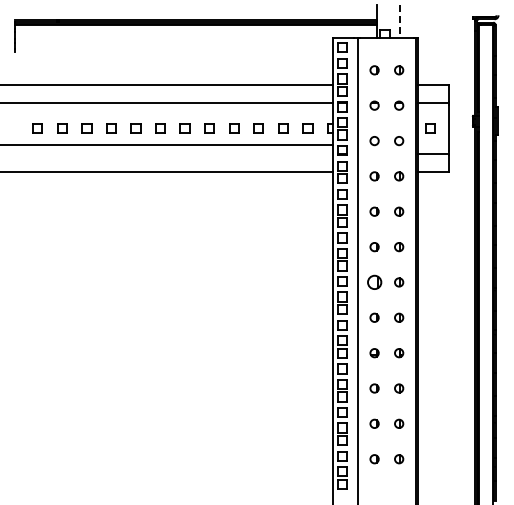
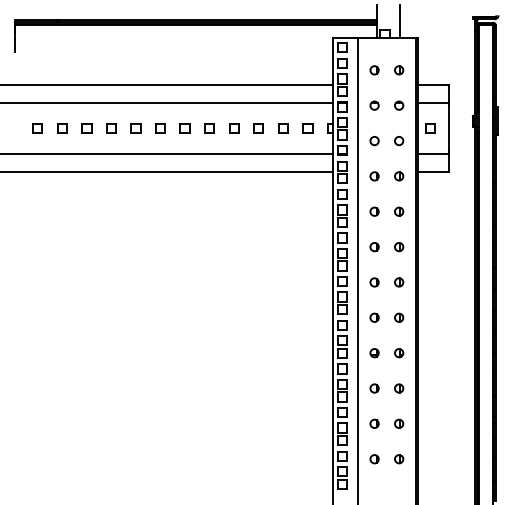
line at (400, 21): dashed -> solid
line at (167, 144) position: (167, 144) -> (167, 153)
part at (374, 281) size: 16x16 px -> 11x11 px
